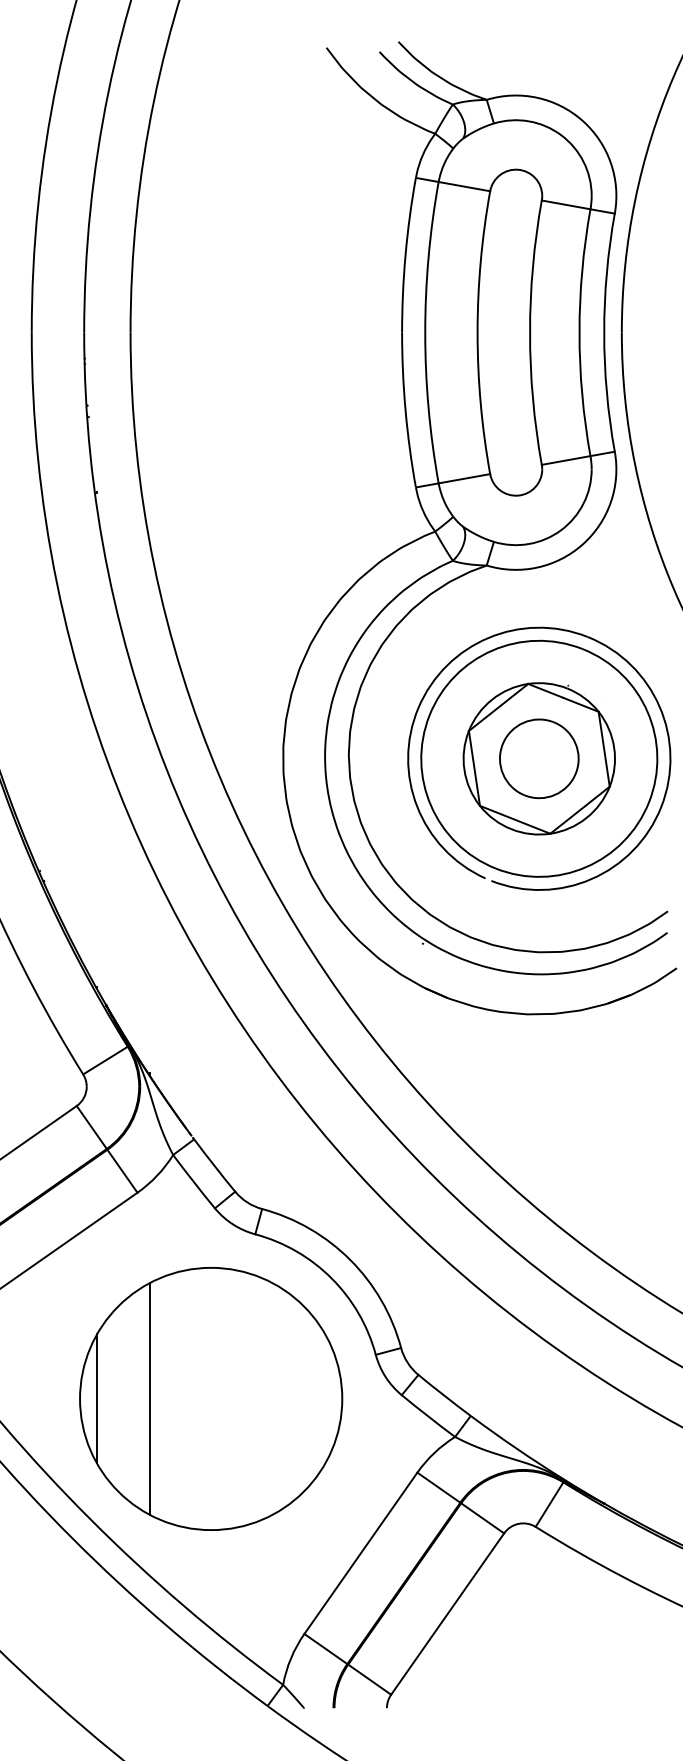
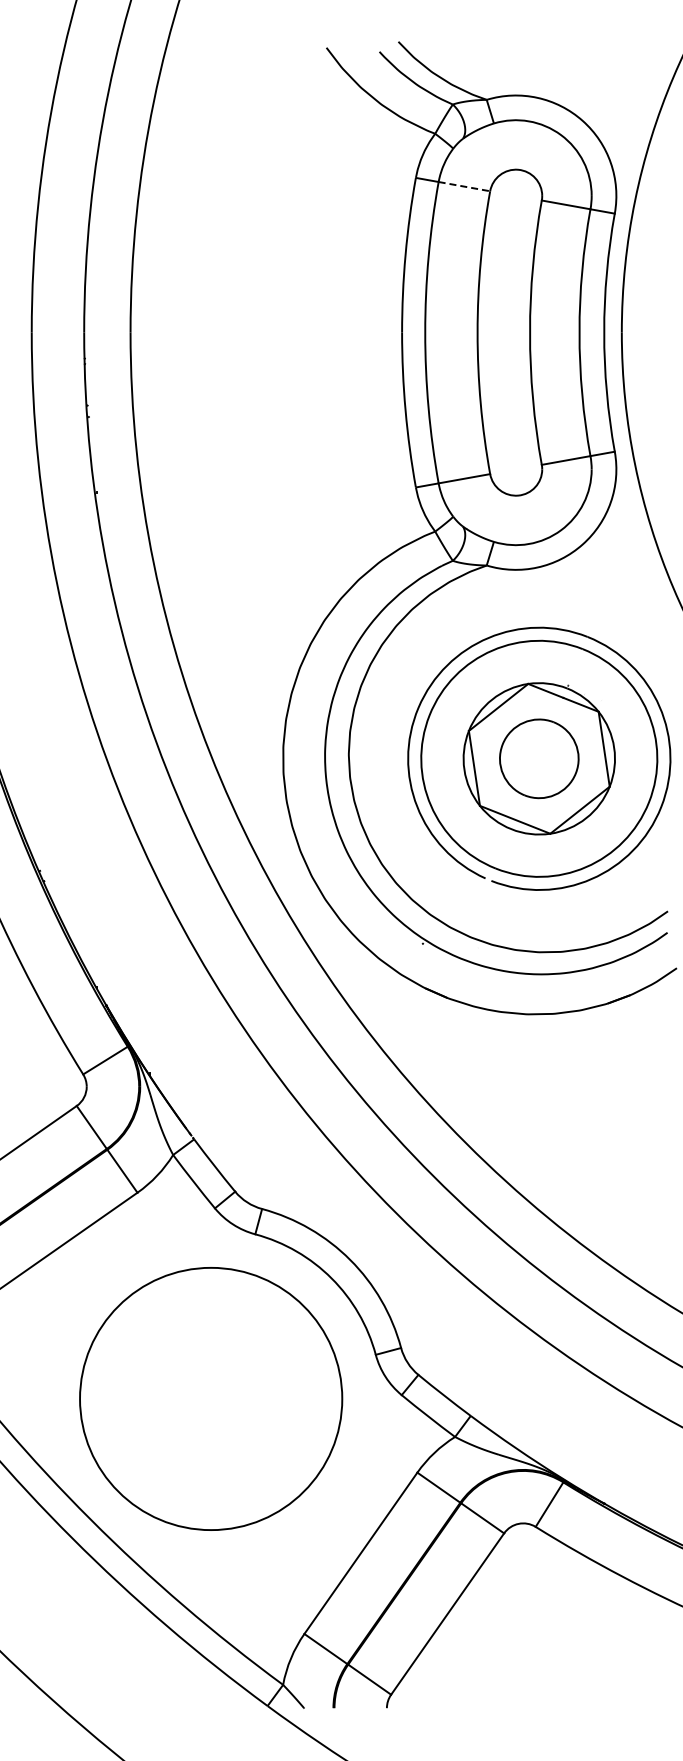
line at (464, 186): solid -> dashed
line at (97, 1398): present -> none
line at (149, 1398): present -> none
